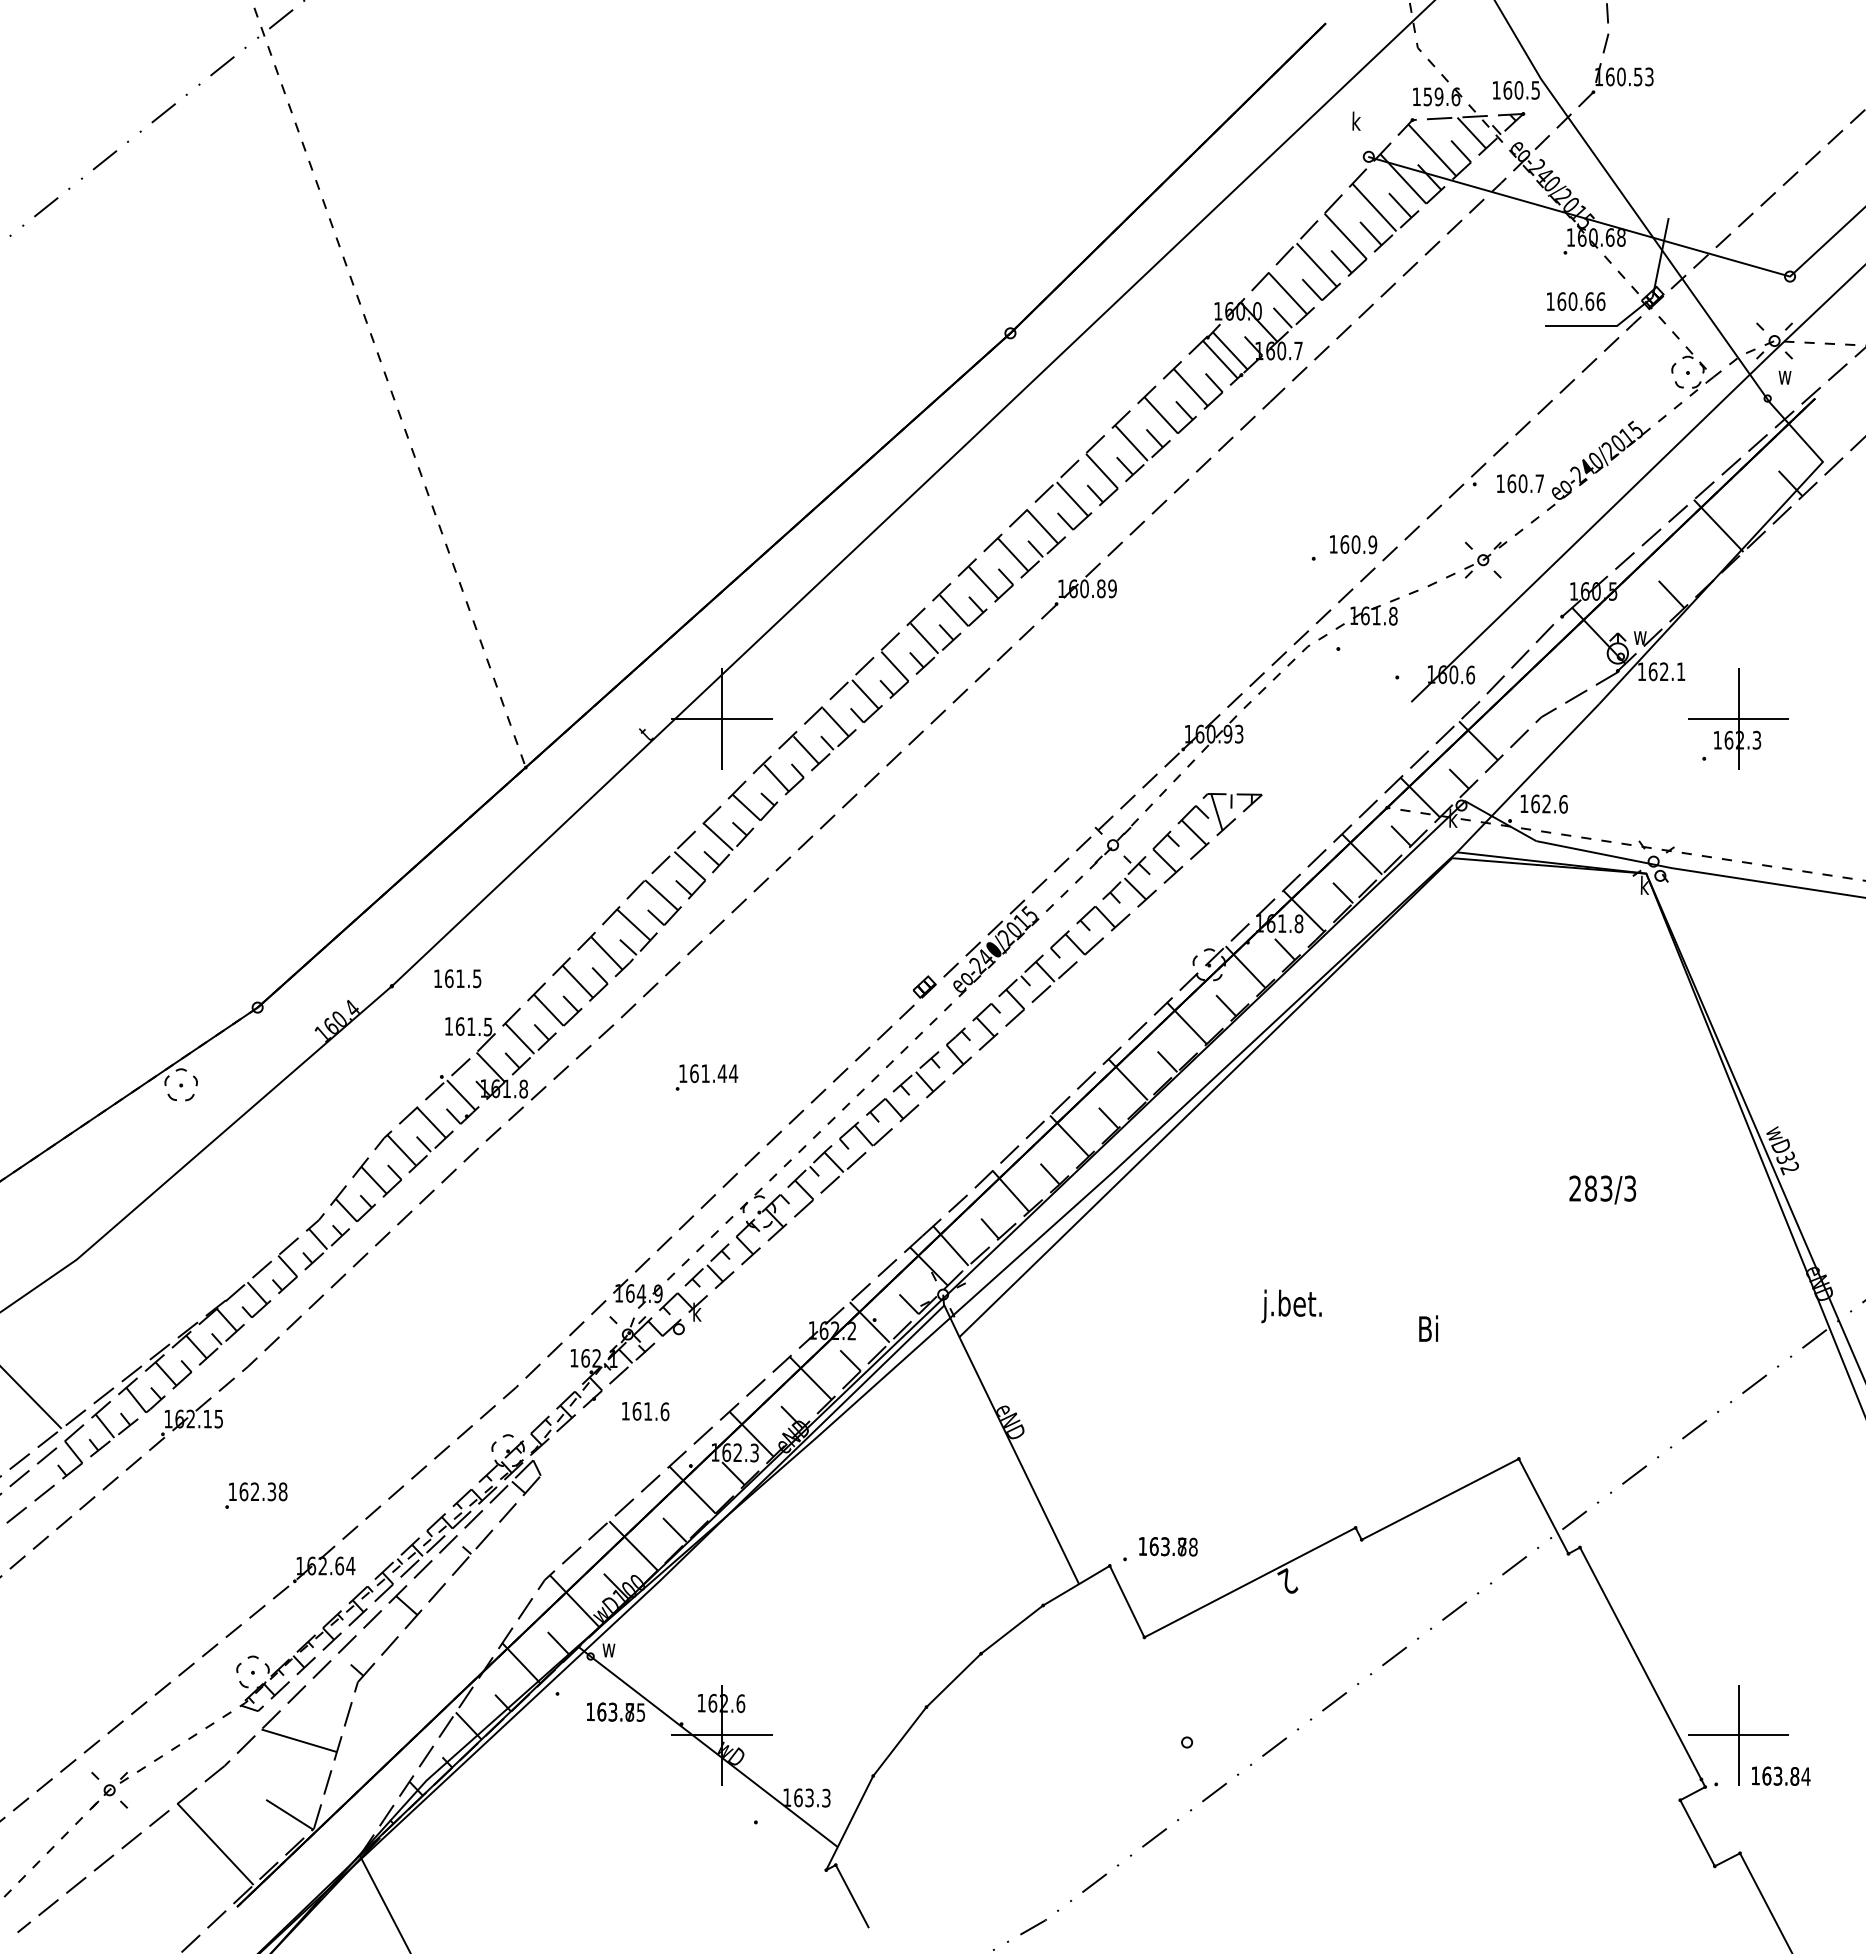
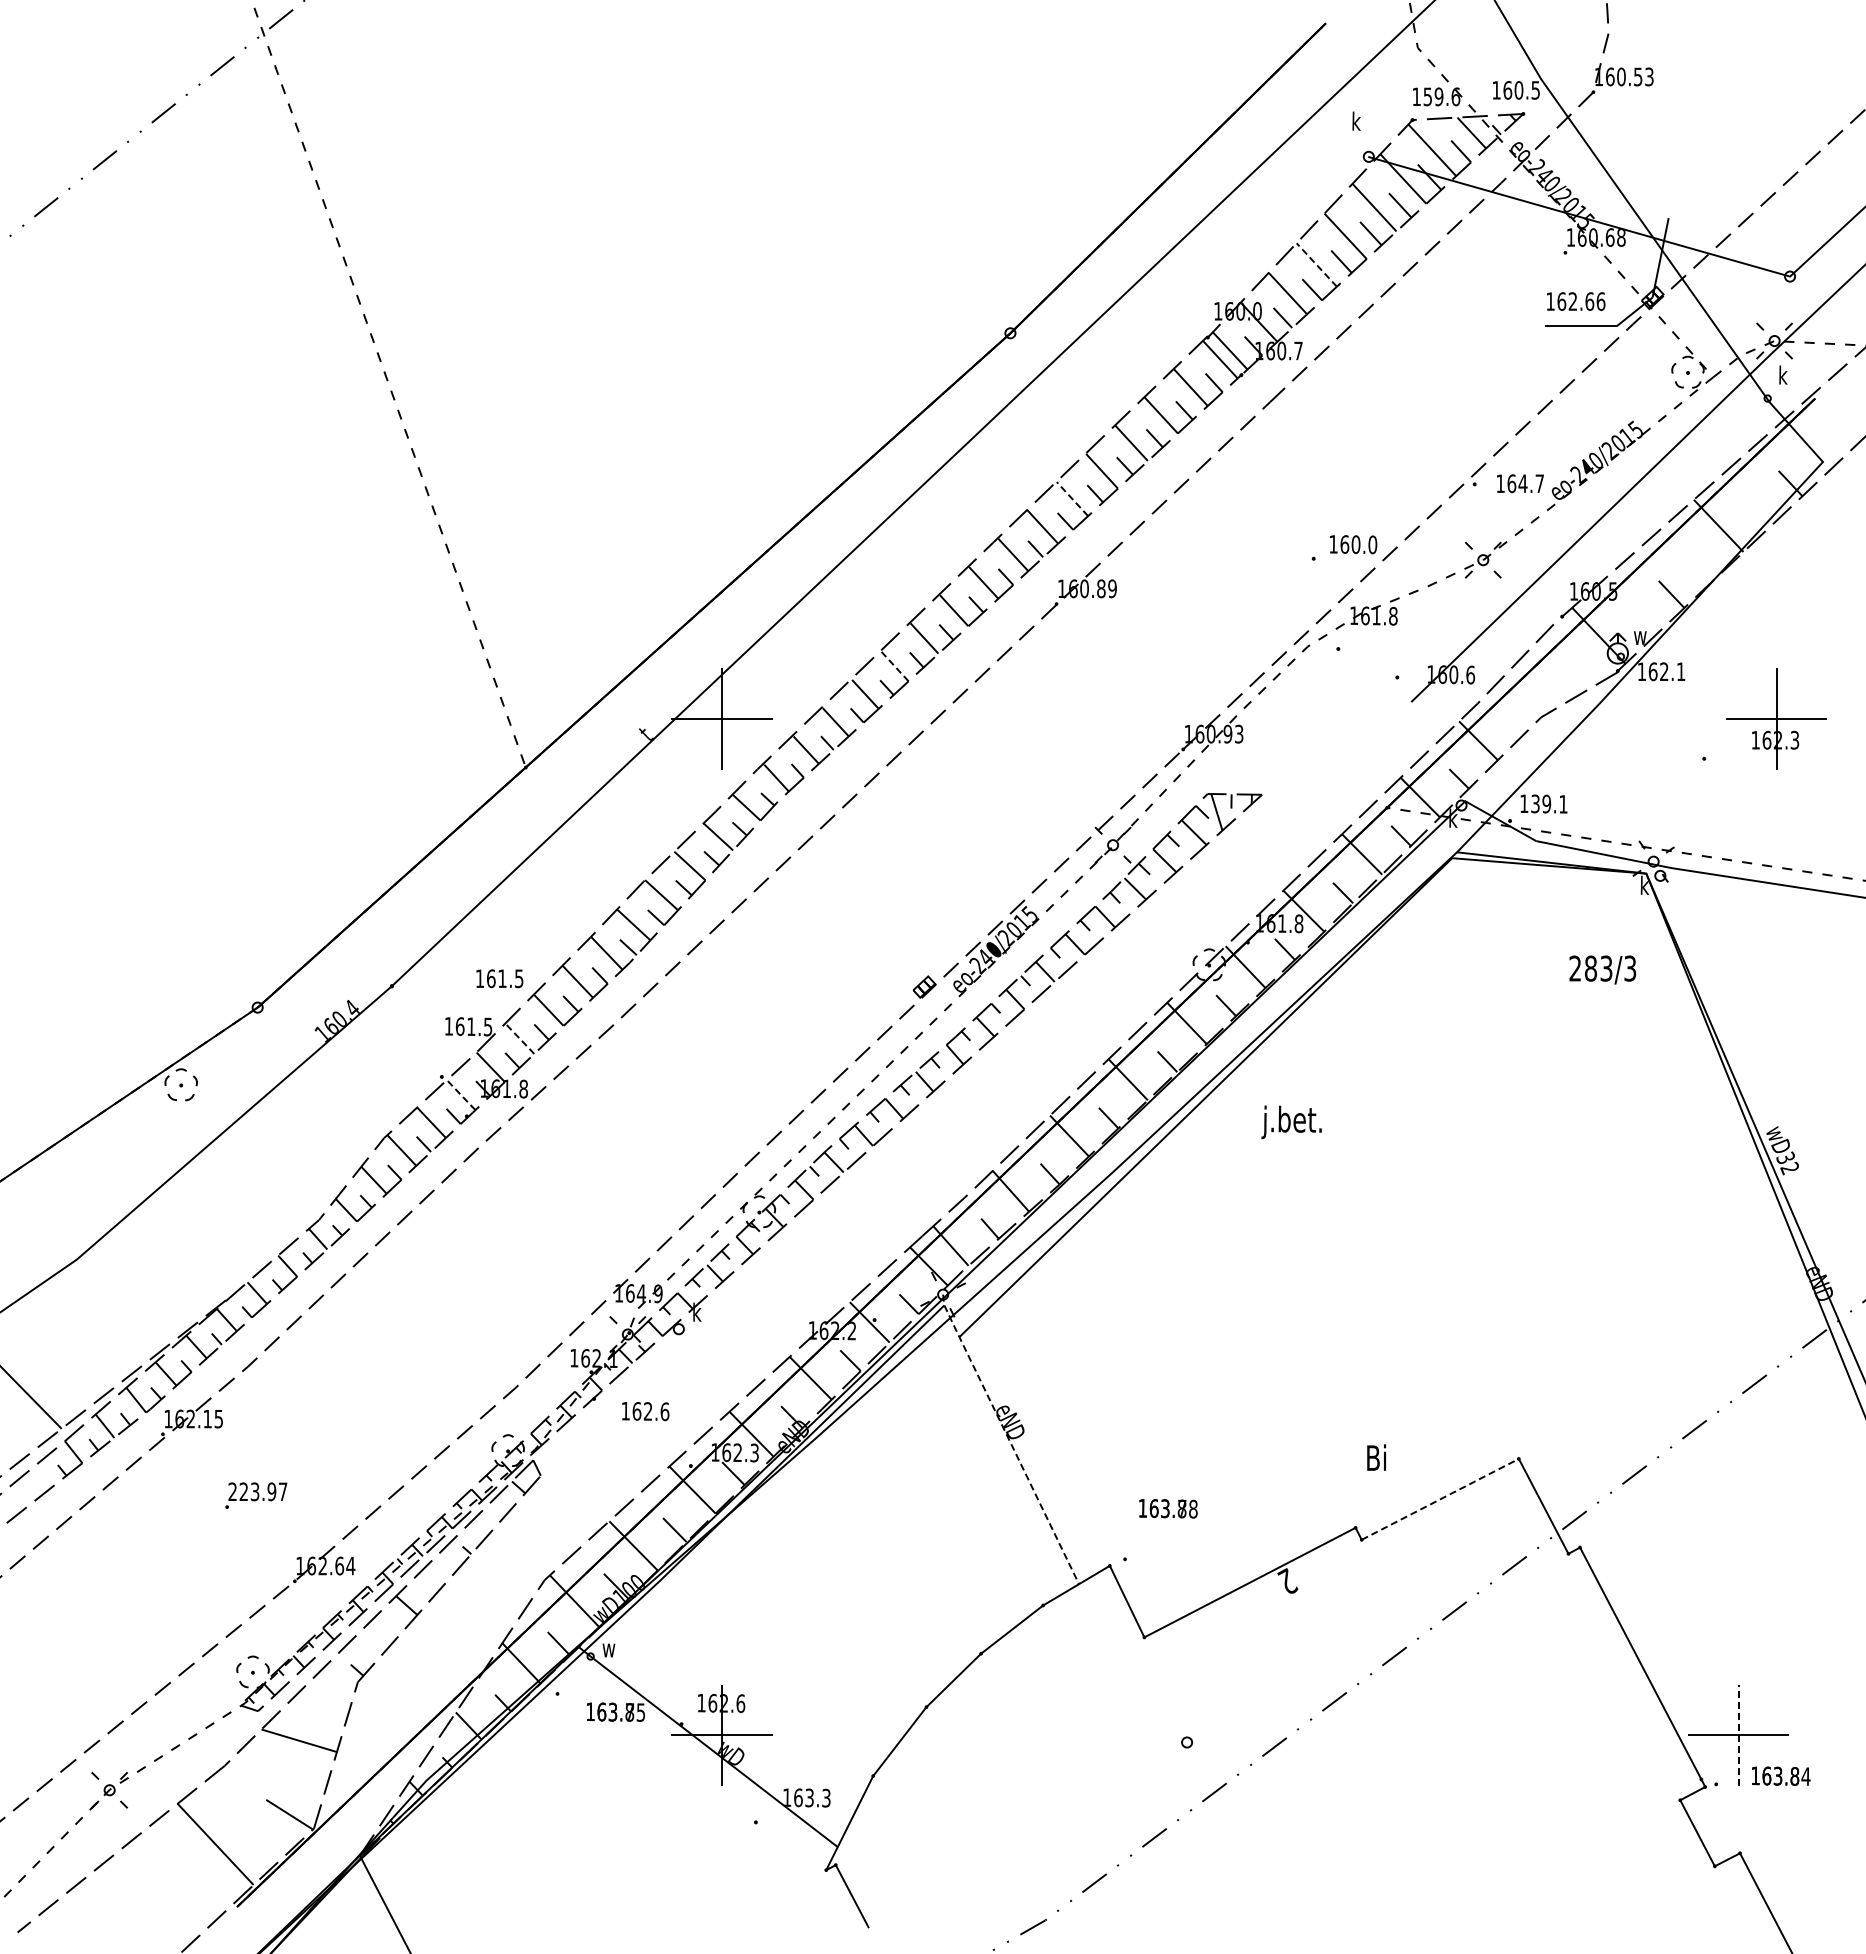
line at (1316, 265): solid -> dashed
text at (1572, 301): 160.66 -> 162.66
text at (1784, 374): w -> k
text at (1522, 483): 160.7 -> 164.7
line at (1072, 498): solid -> dashed
text at (1372, 544): 160.9 -> 160.0
line at (894, 666): solid -> dashed
part at (1738, 718) position: (1738, 718) -> (1776, 718)
text at (1549, 803): 162.6 -> 139.1
text at (457, 978) position: (457, 978) -> (499, 978)
line at (519, 1038): solid -> dashed
part at (706, 1077): present -> none
line at (461, 1095): solid -> dashed
text at (1602, 1189) position: (1602, 1189) -> (1602, 969)
text at (1291, 1306) position: (1291, 1306) -> (1291, 1122)
text at (1428, 1328) position: (1428, 1328) -> (1376, 1457)
text at (647, 1411): 161.6 -> 162.6
line at (1008, 1438): solid -> dashed
text at (257, 1491): 162.38 -> 223.97
line at (1440, 1499): solid -> dashed
text at (1168, 1546) position: (1168, 1546) -> (1168, 1508)
line at (1738, 1735): solid -> dashed
